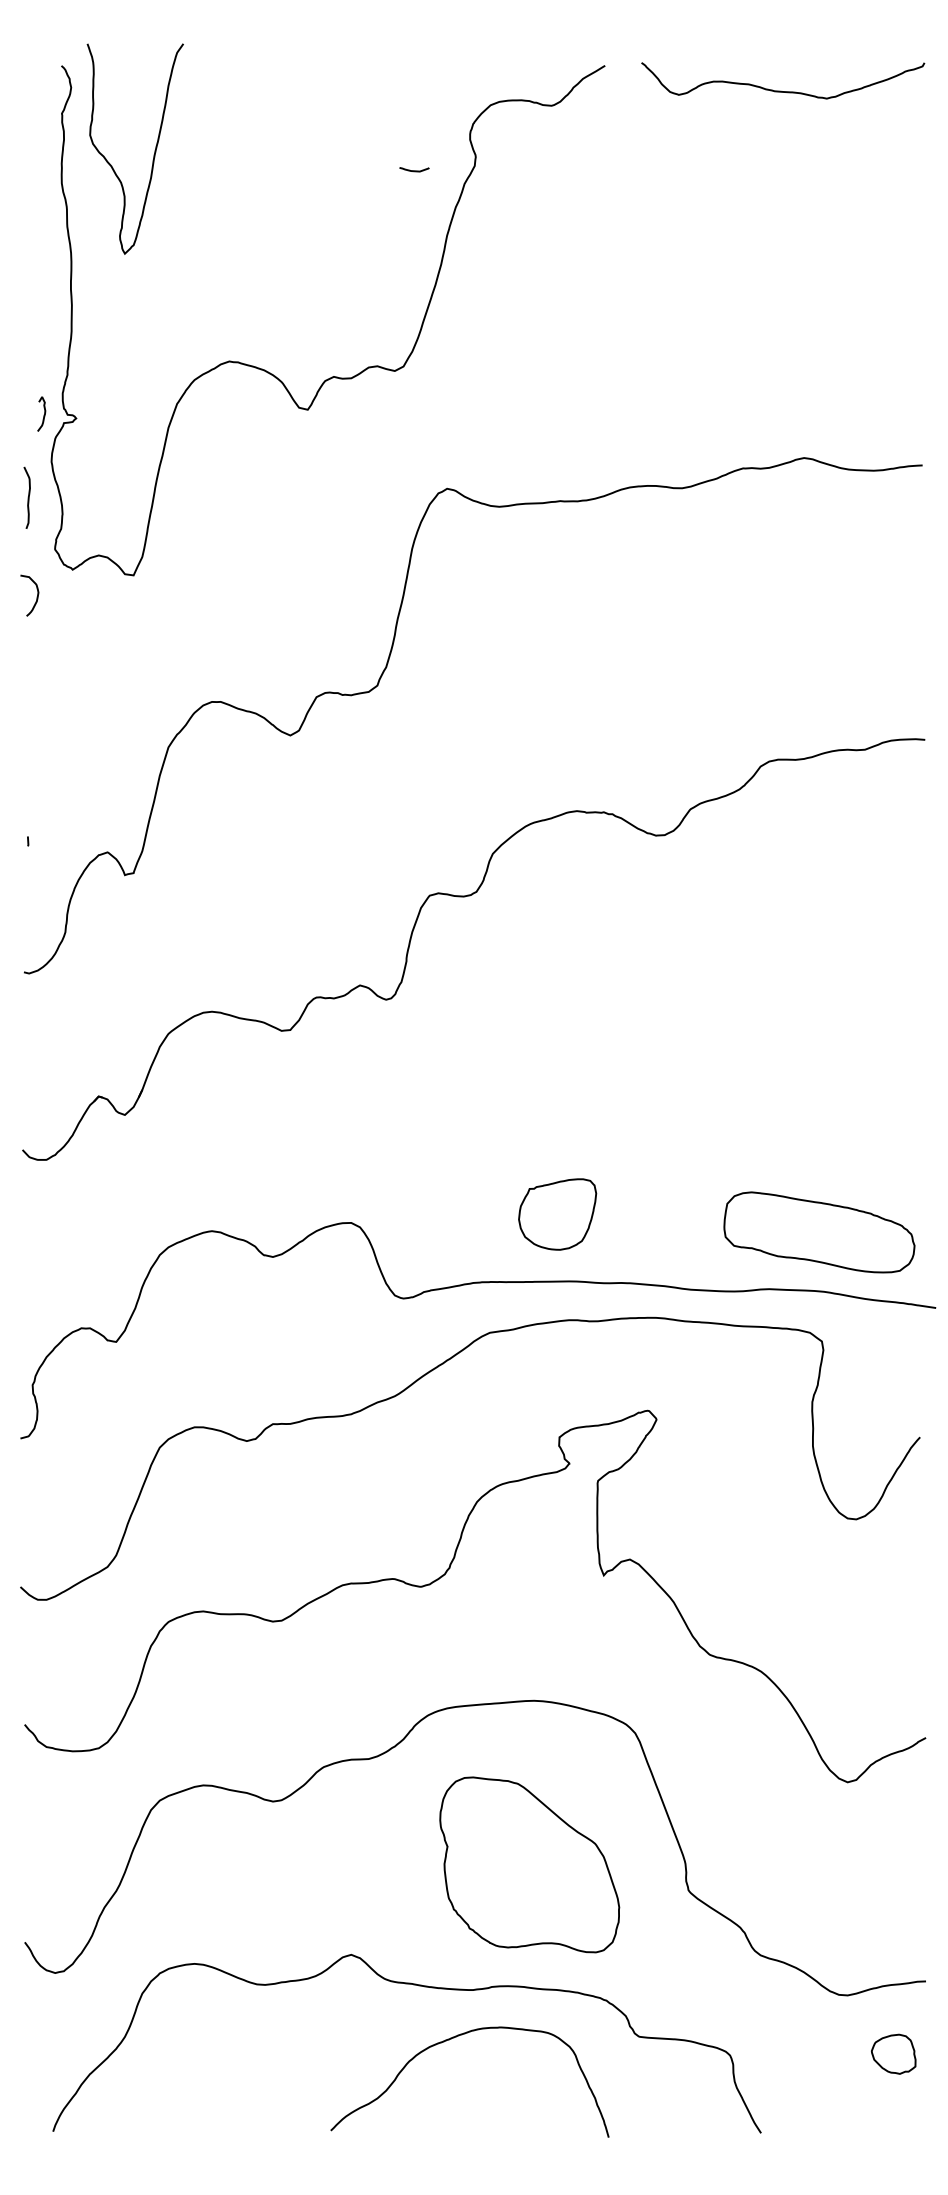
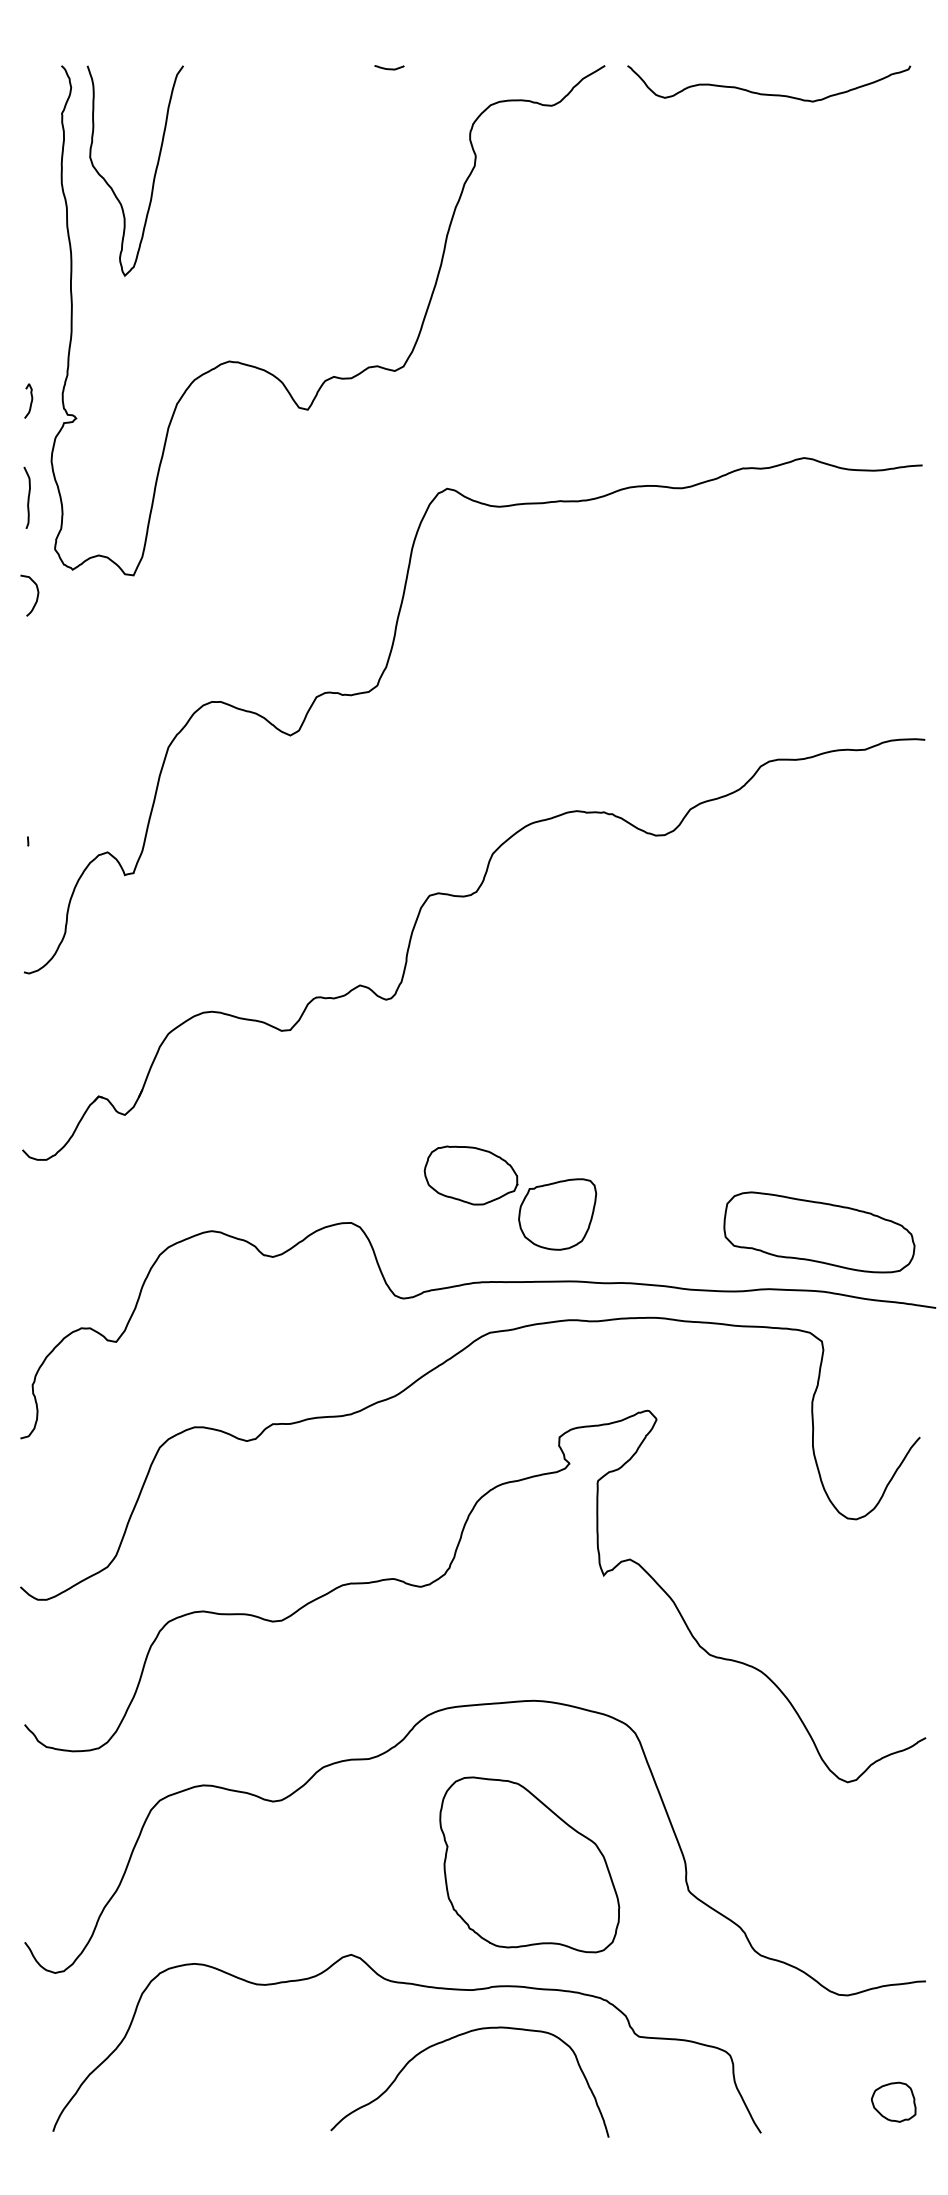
curve at (781, 90) position: (781, 90) -> (767, 93)
curve at (153, 154) position: (153, 154) -> (153, 176)
curve at (414, 170) position: (414, 170) -> (389, 68)
curve at (43, 415) position: (43, 415) -> (30, 402)
part at (470, 1175): none -> present
part at (893, 2053) position: (893, 2053) -> (893, 2101)
